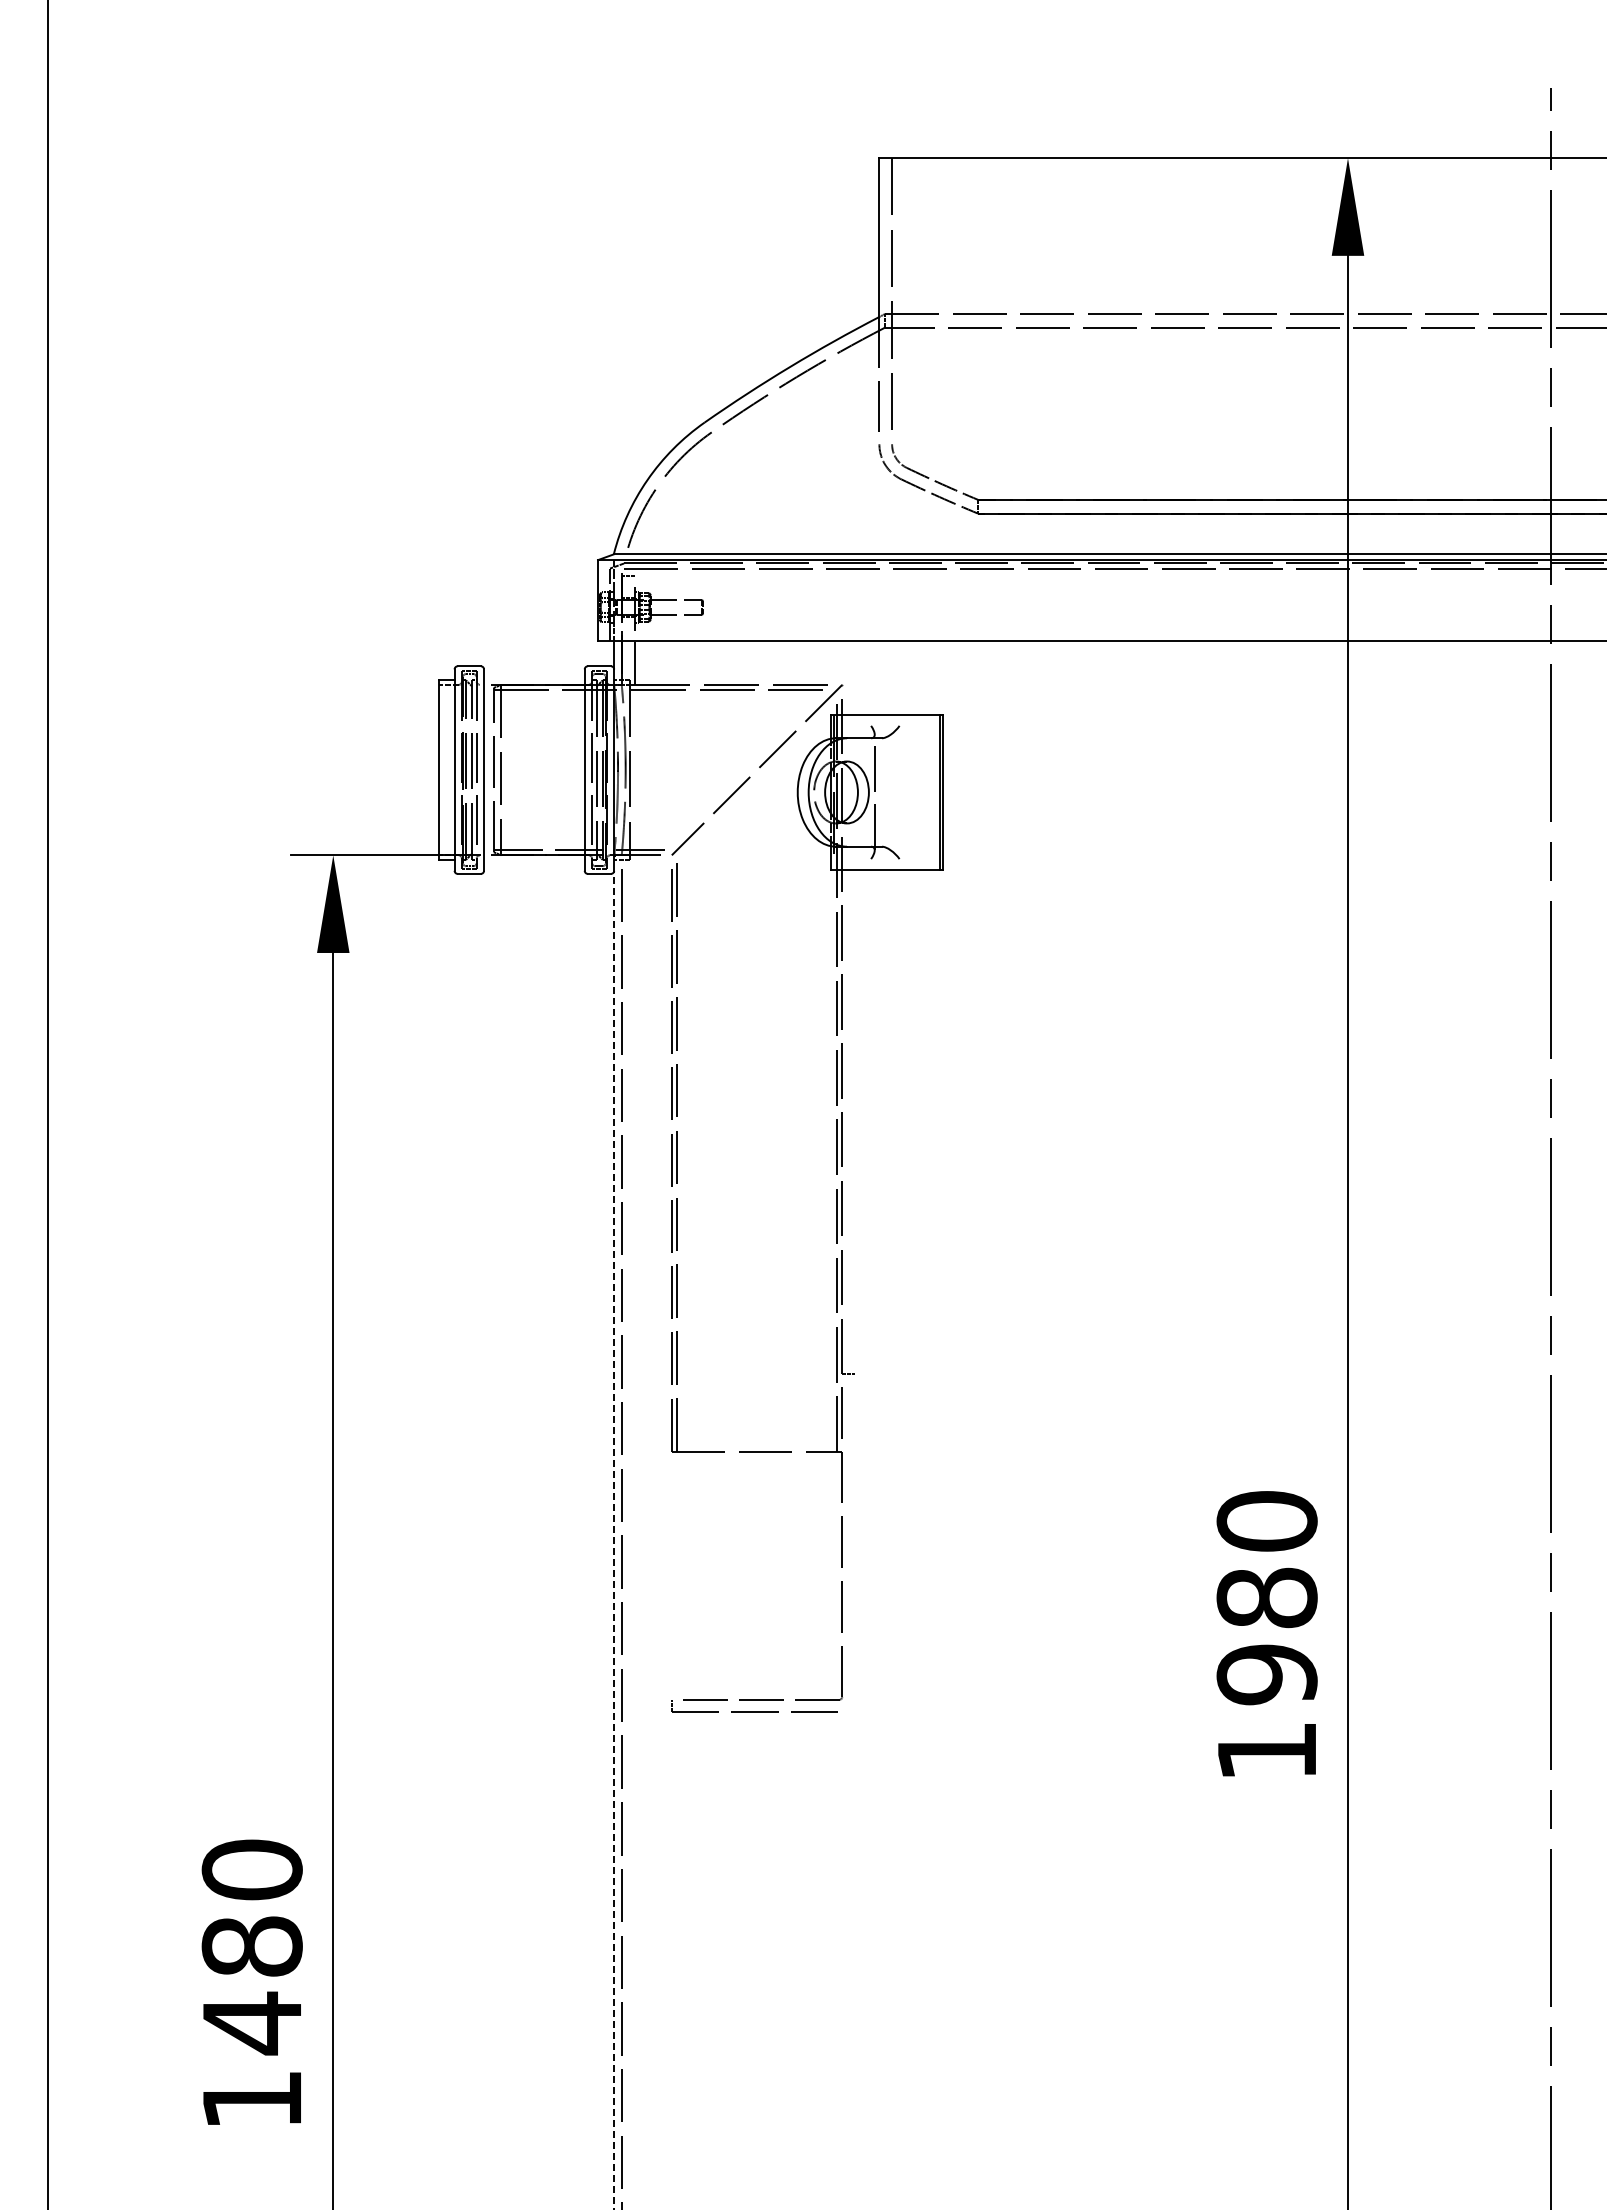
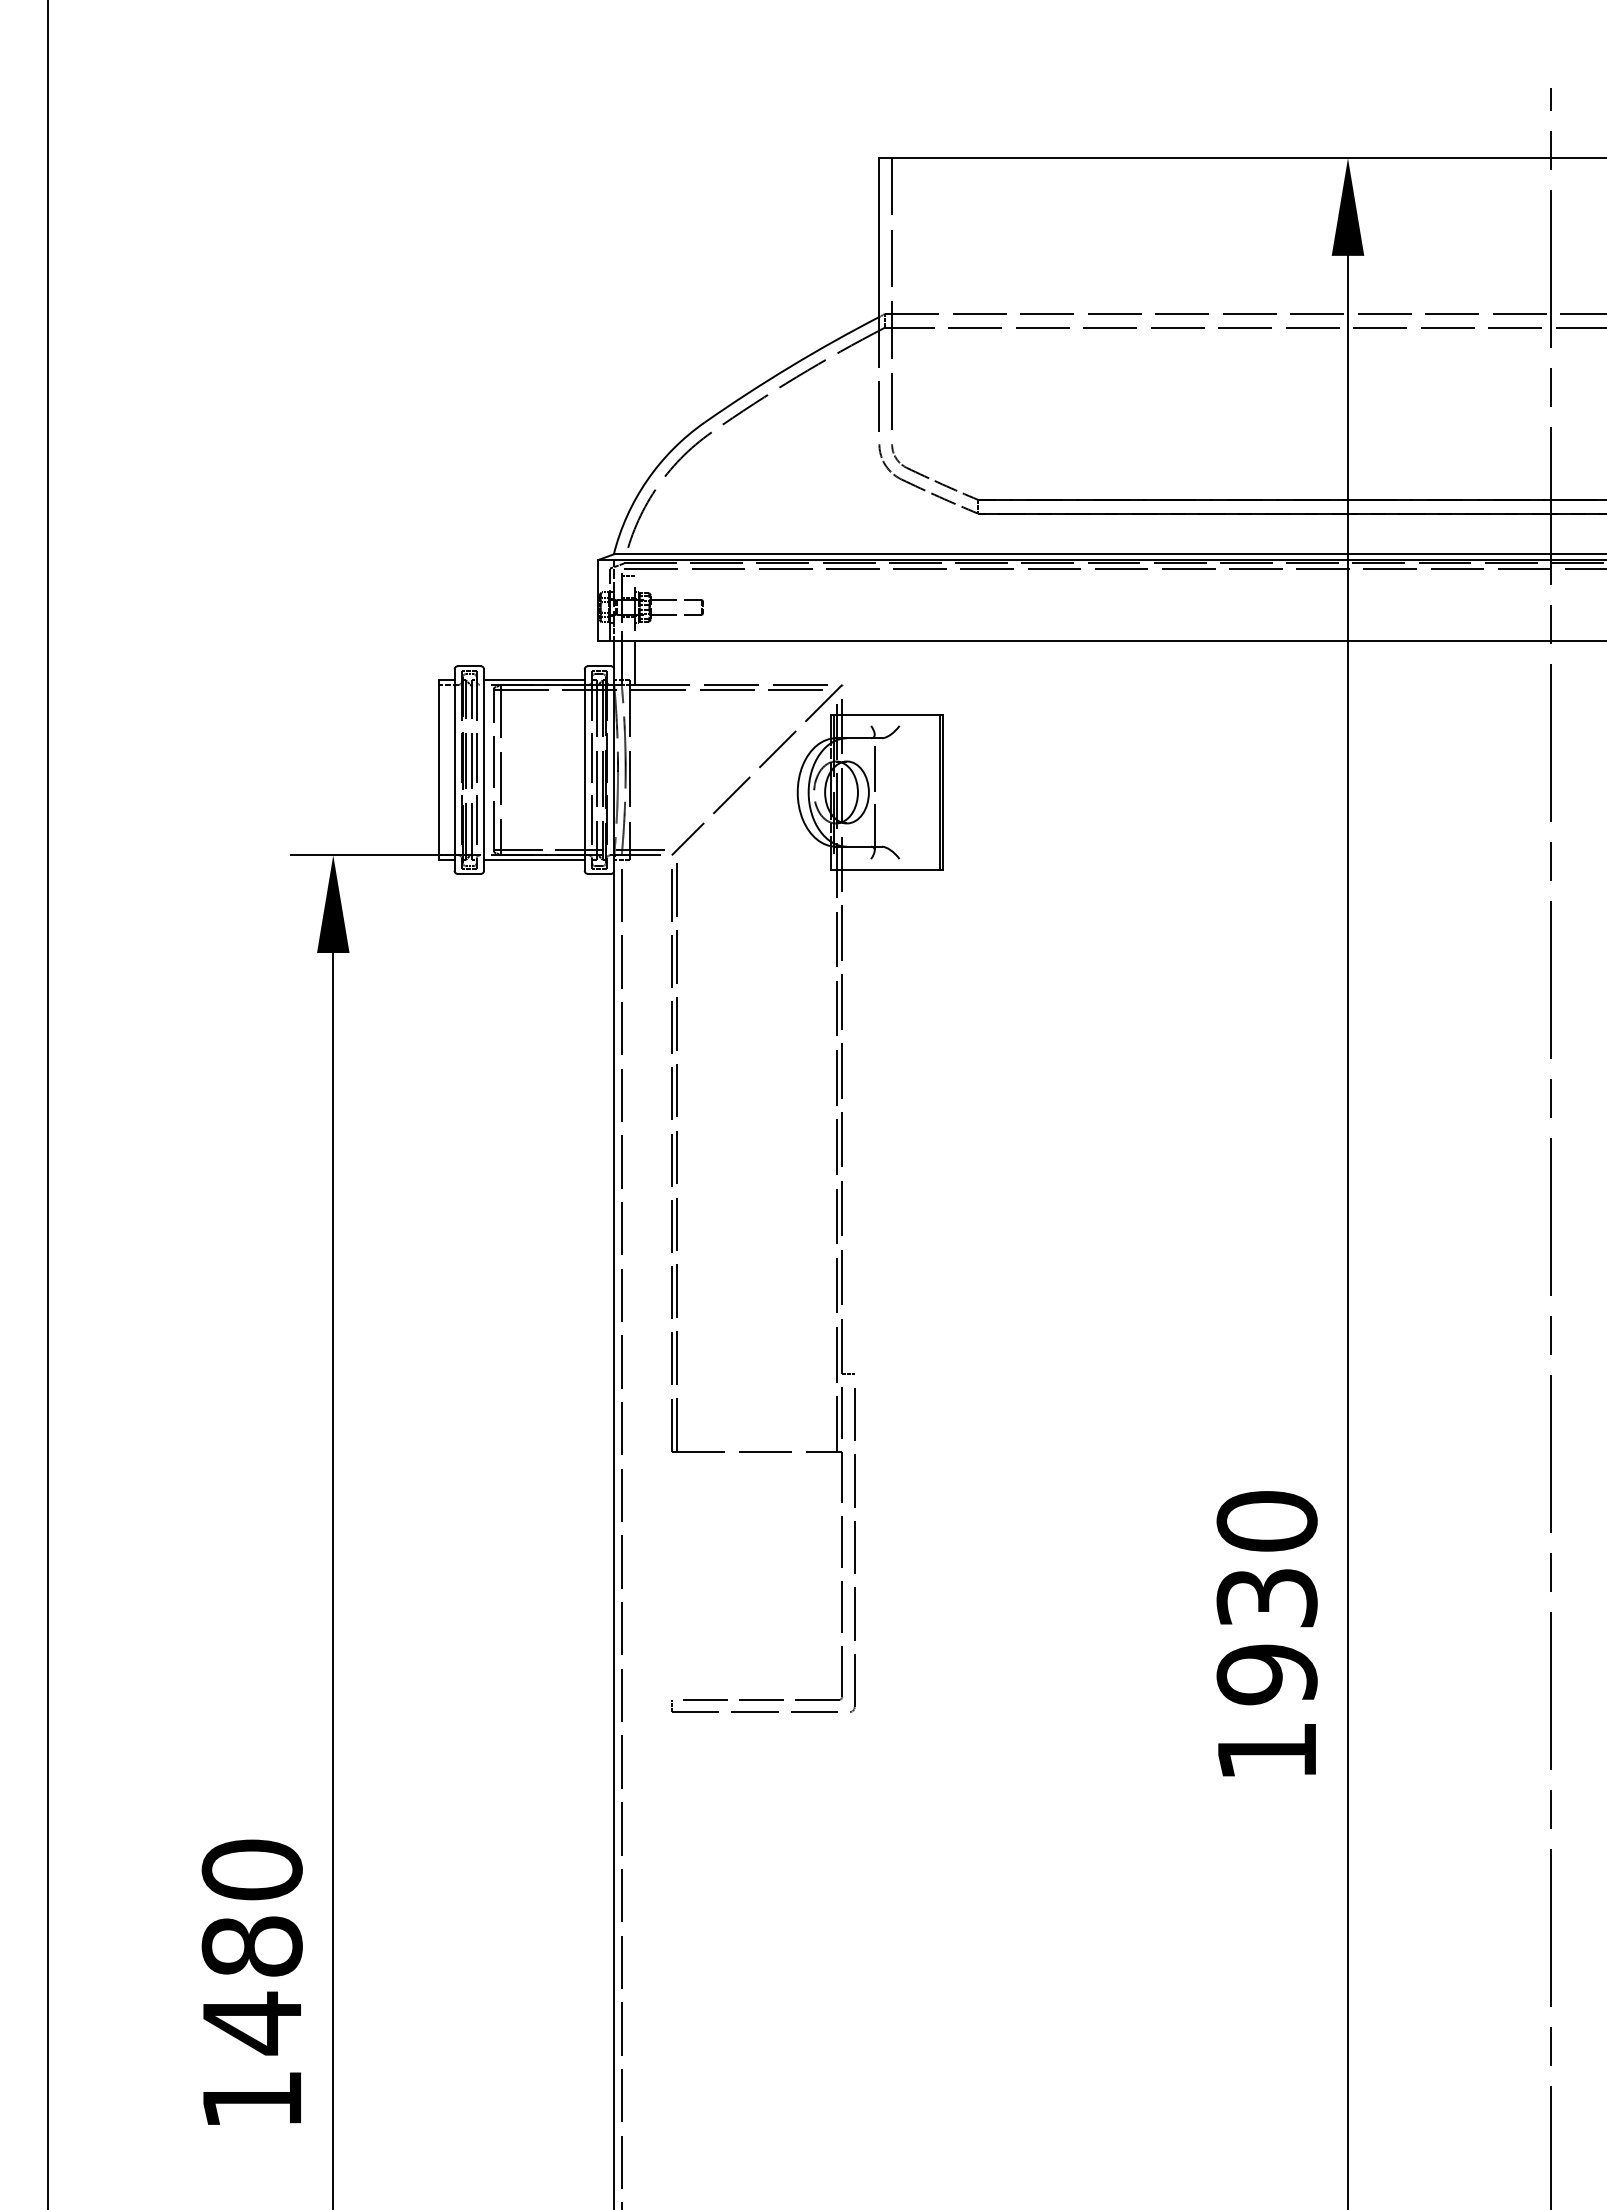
line at (534, 679): none -> present
line at (534, 860): none -> present
line at (614, 1539): dashed -> solid
part at (852, 1550): none -> present
text at (1266, 1597): 1980 -> 1930
